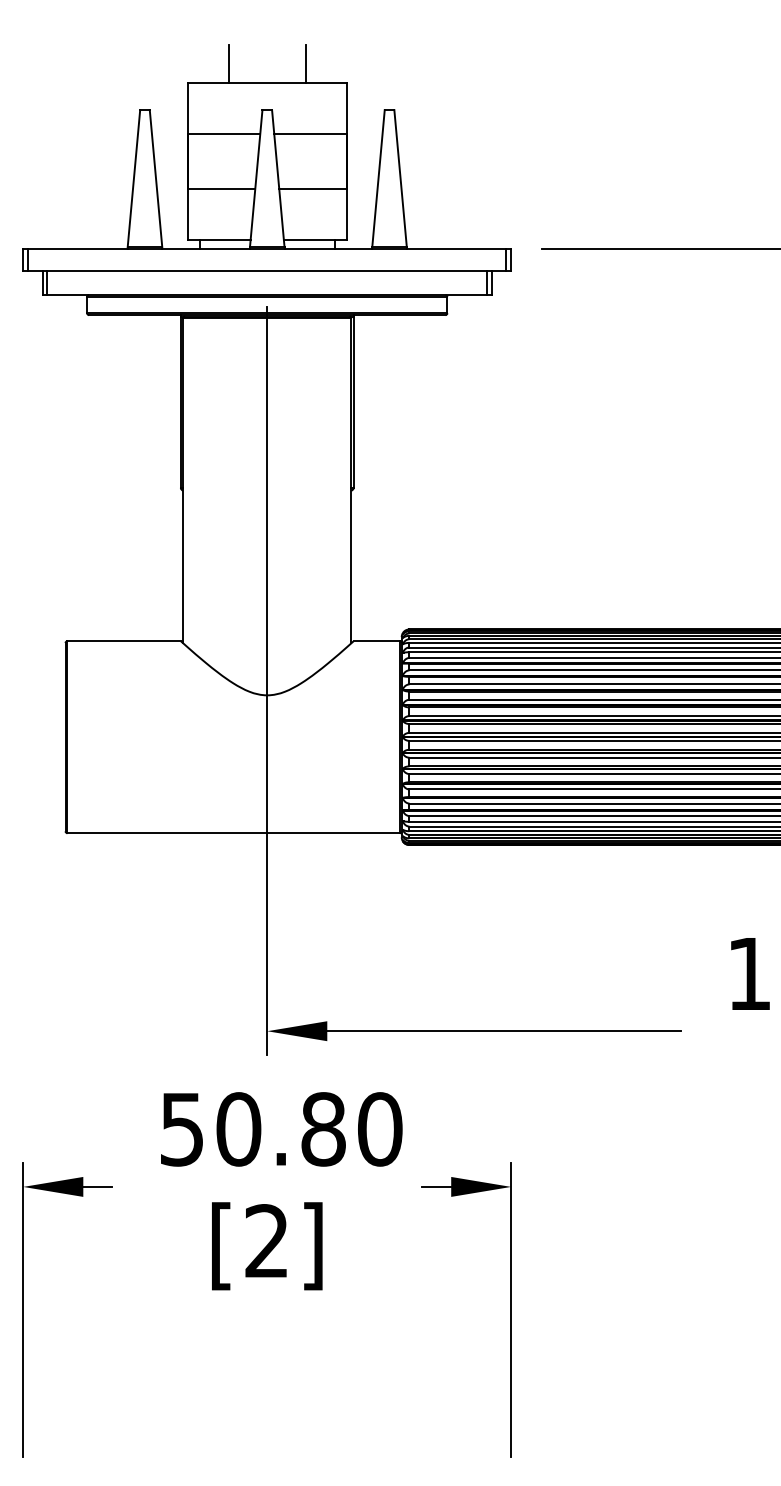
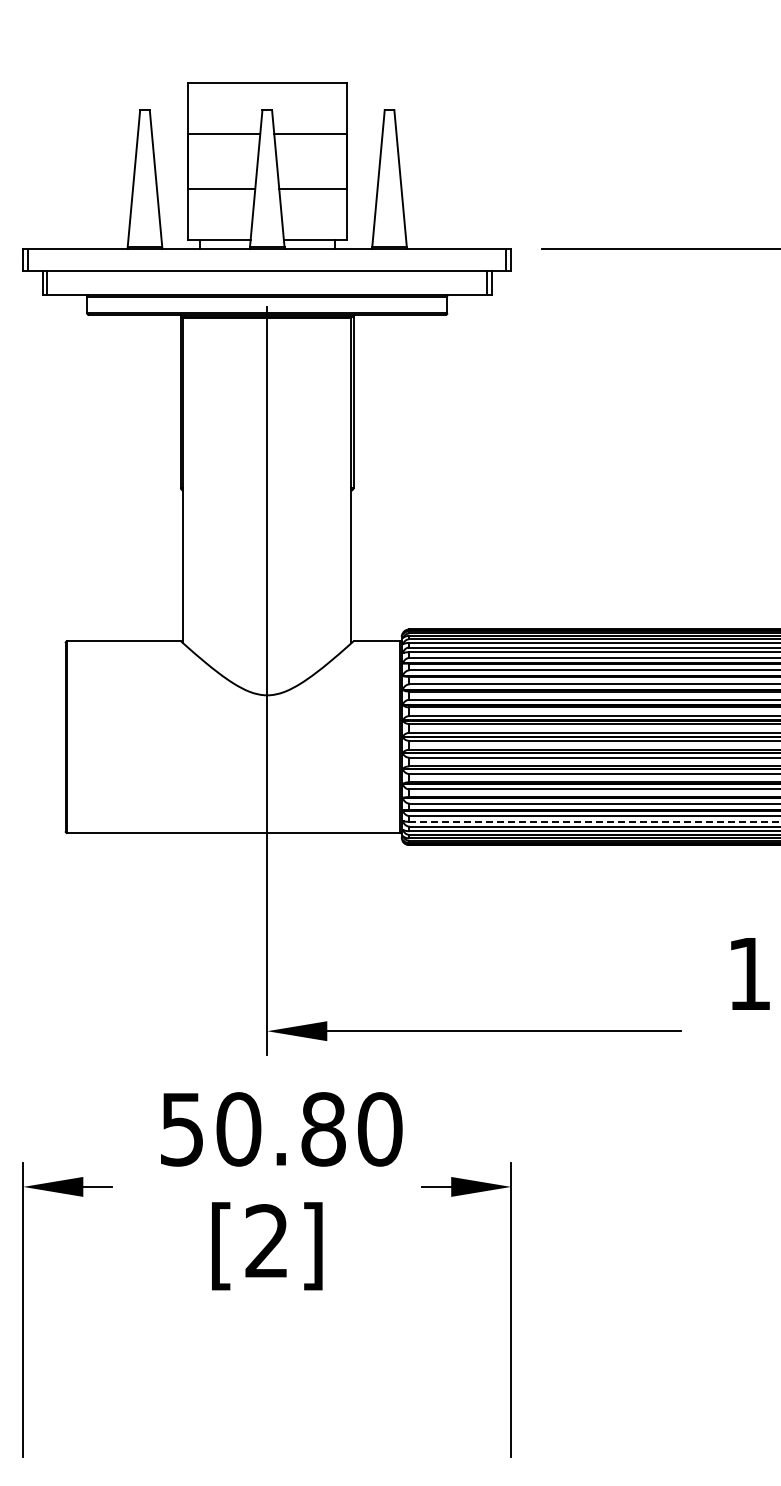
line at (228, 63): present -> none
line at (305, 63): present -> none
line at (595, 821): solid -> dashed
